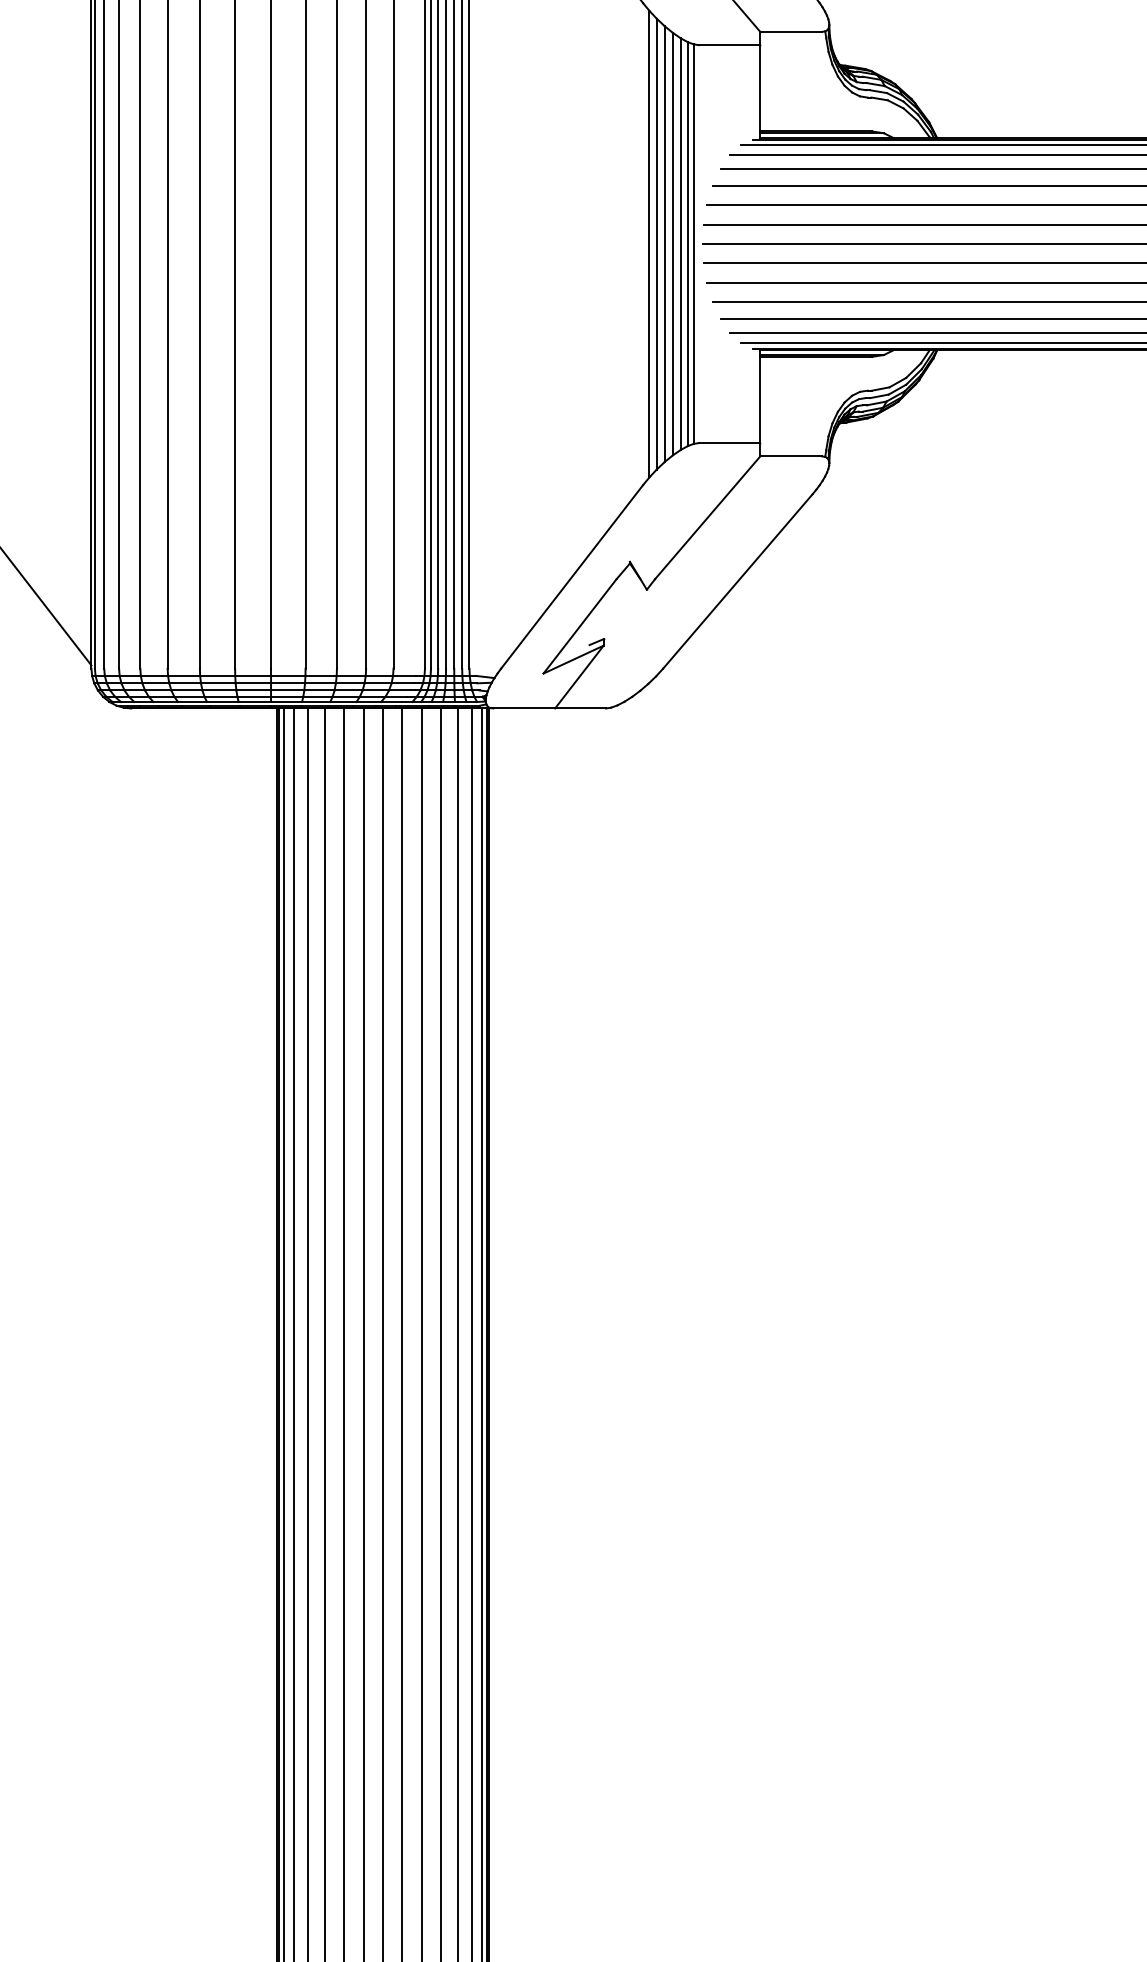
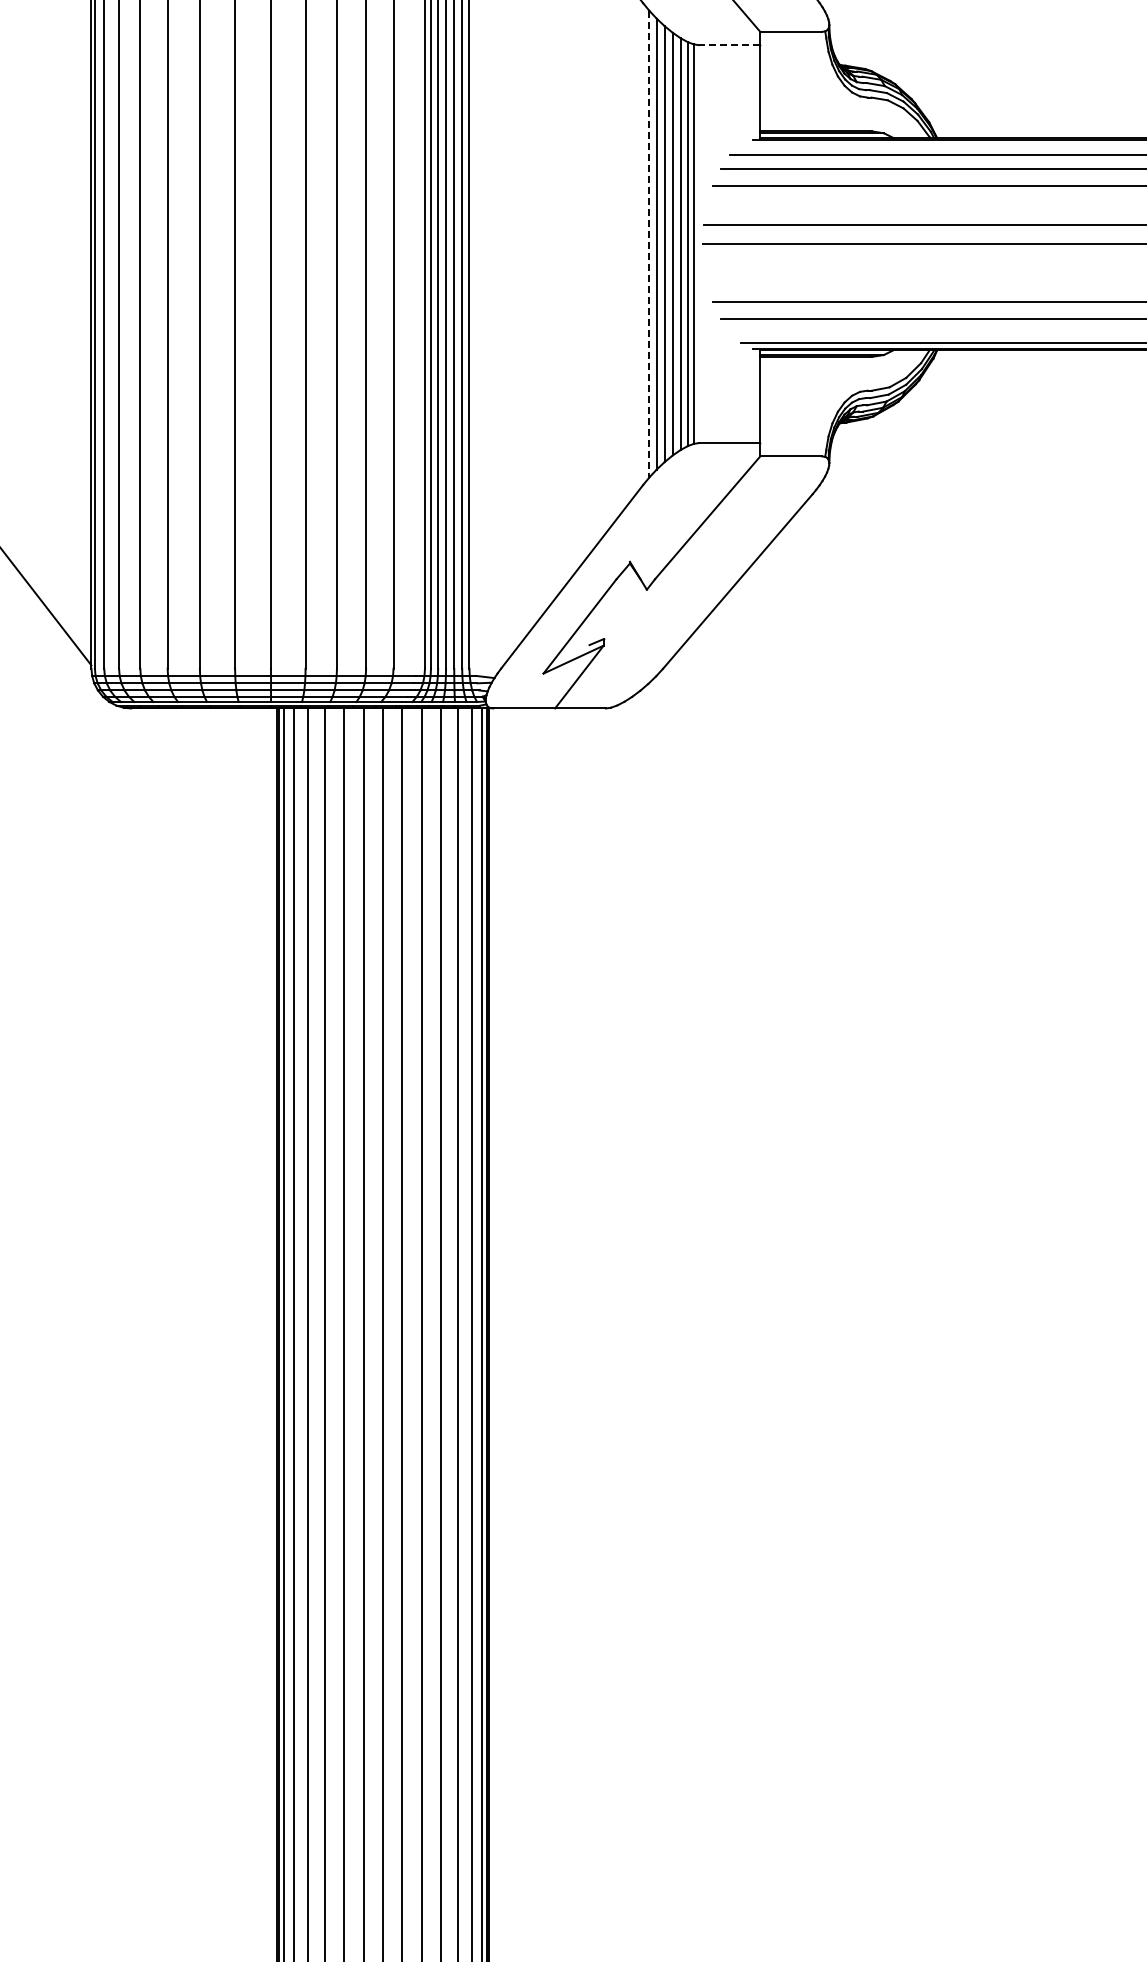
line at (729, 45): solid -> dashed
line at (942, 145): present -> none
line at (924, 205): present -> none
line at (649, 244): solid -> dashed
line at (923, 263): present -> none
line at (924, 283): present -> none
line at (936, 332): present -> none
